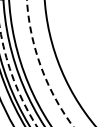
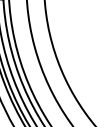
arc at (40, 66): dashed -> solid
arc at (13, 79): dashed -> solid
